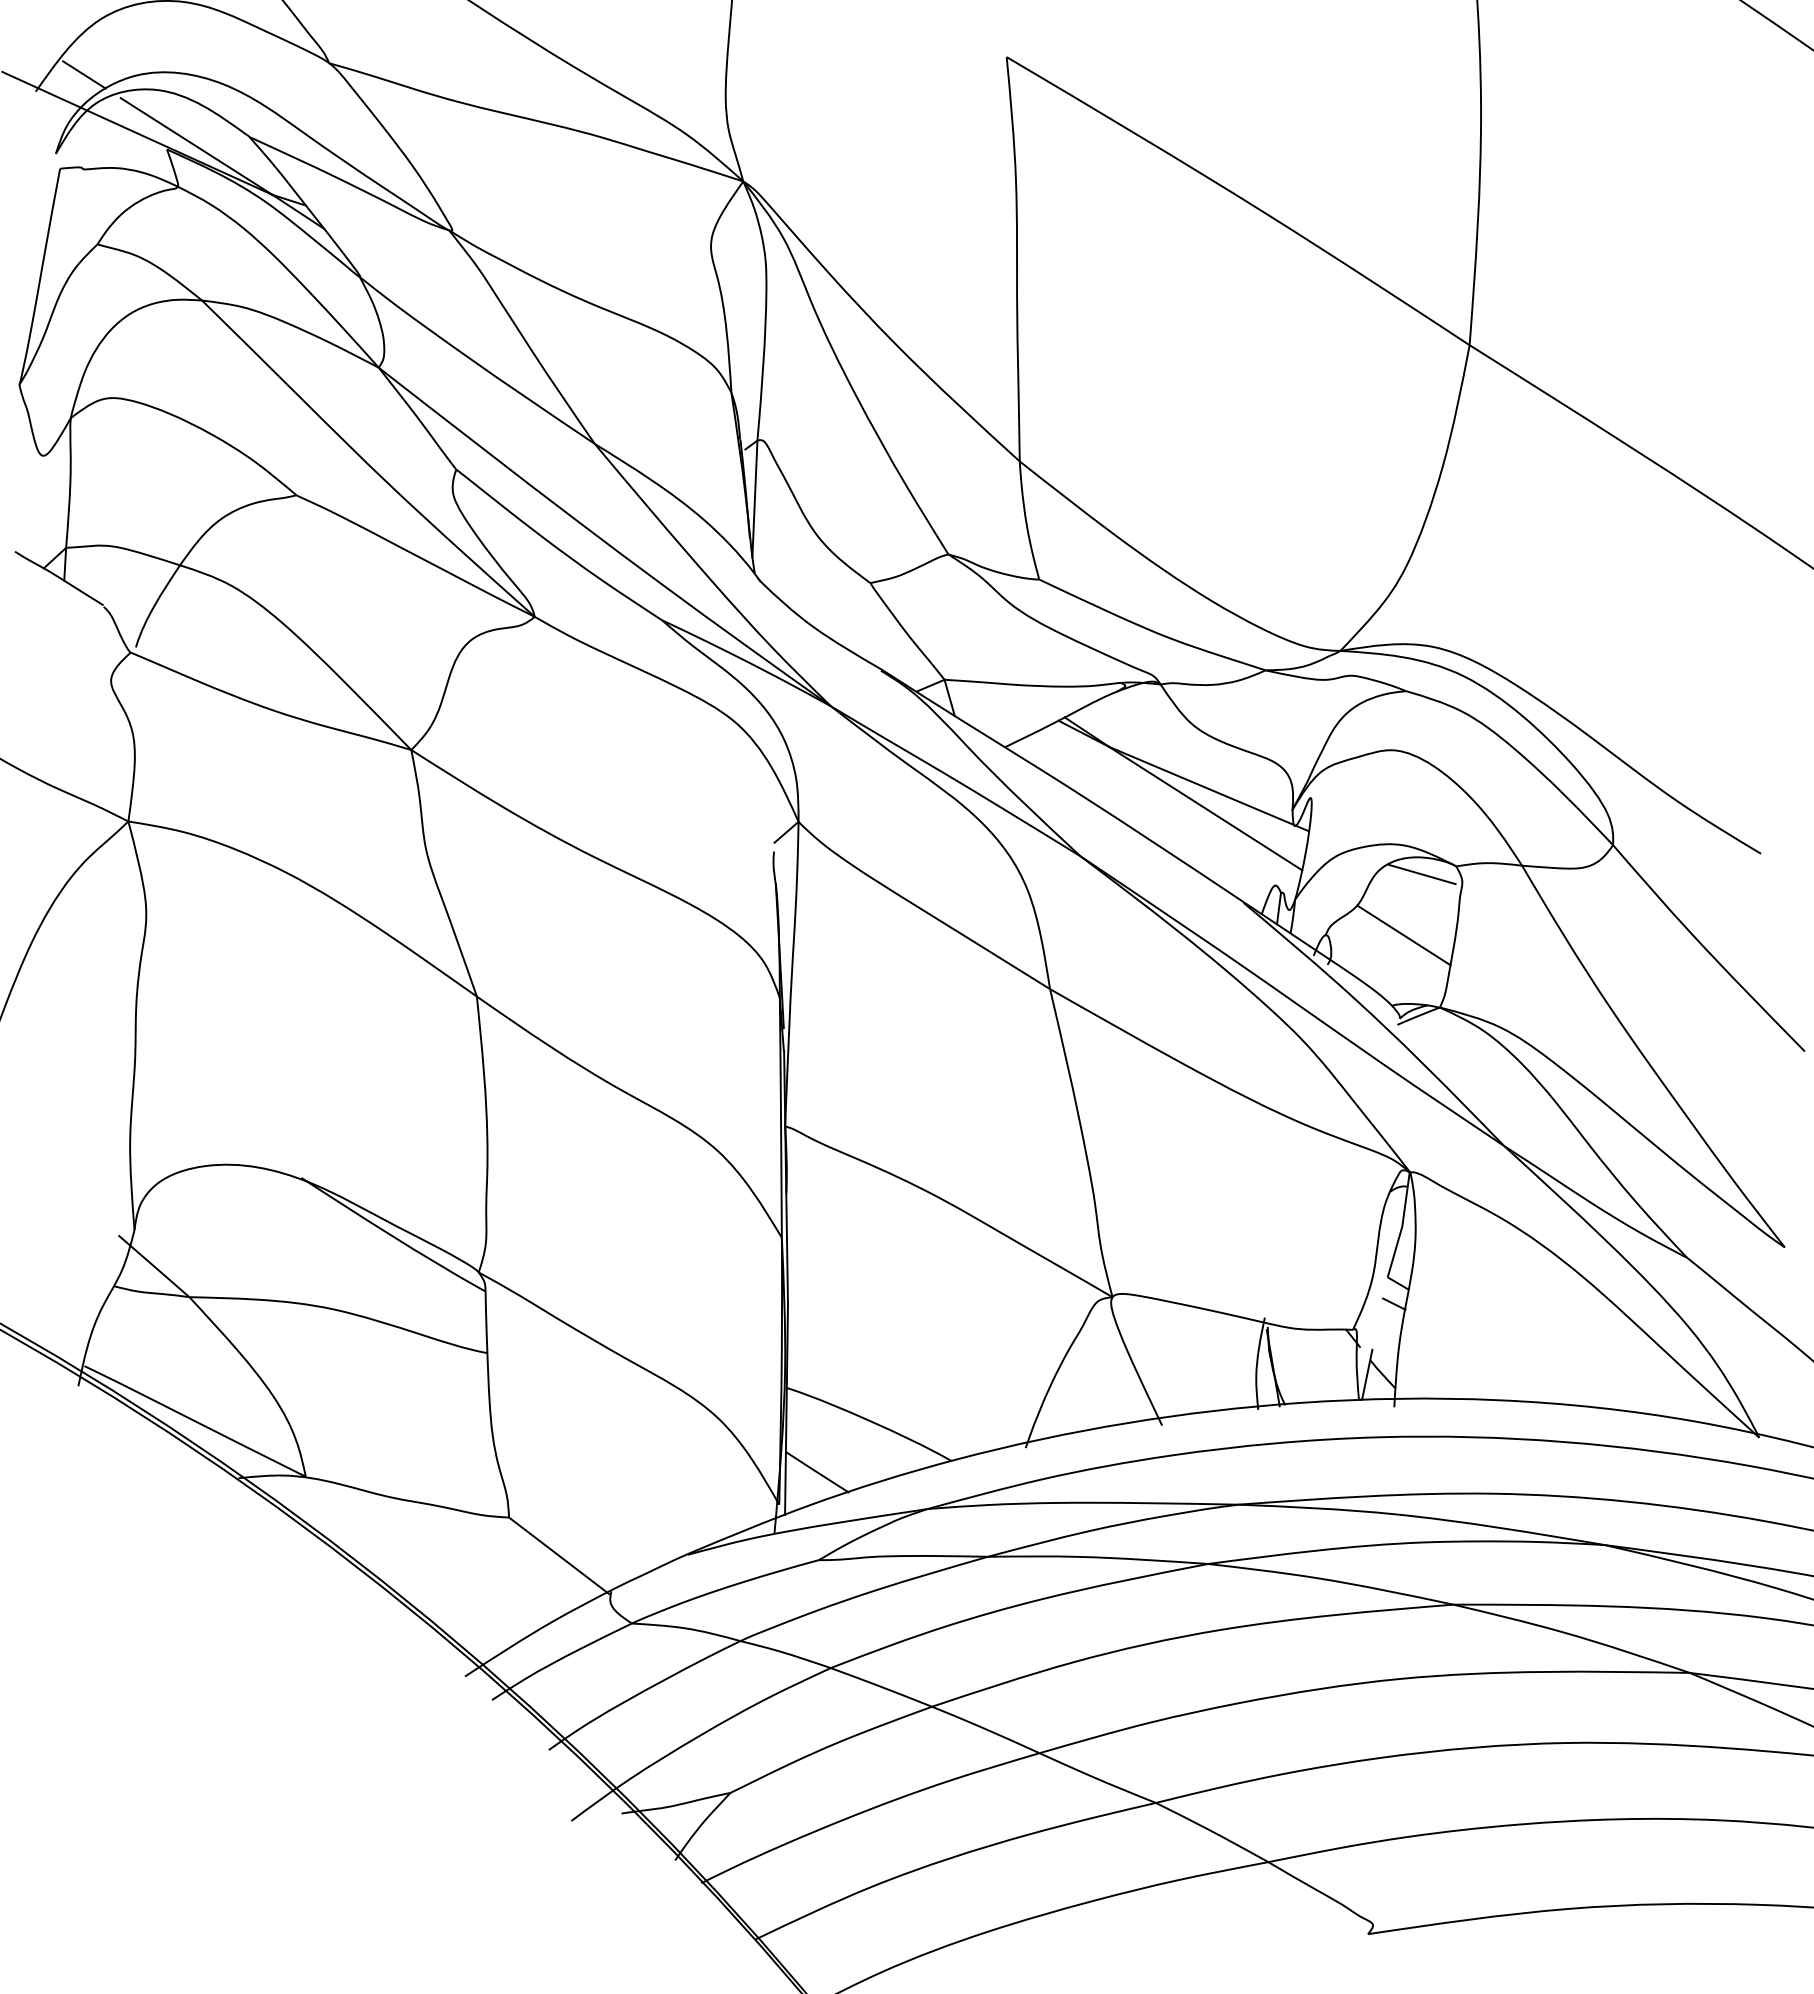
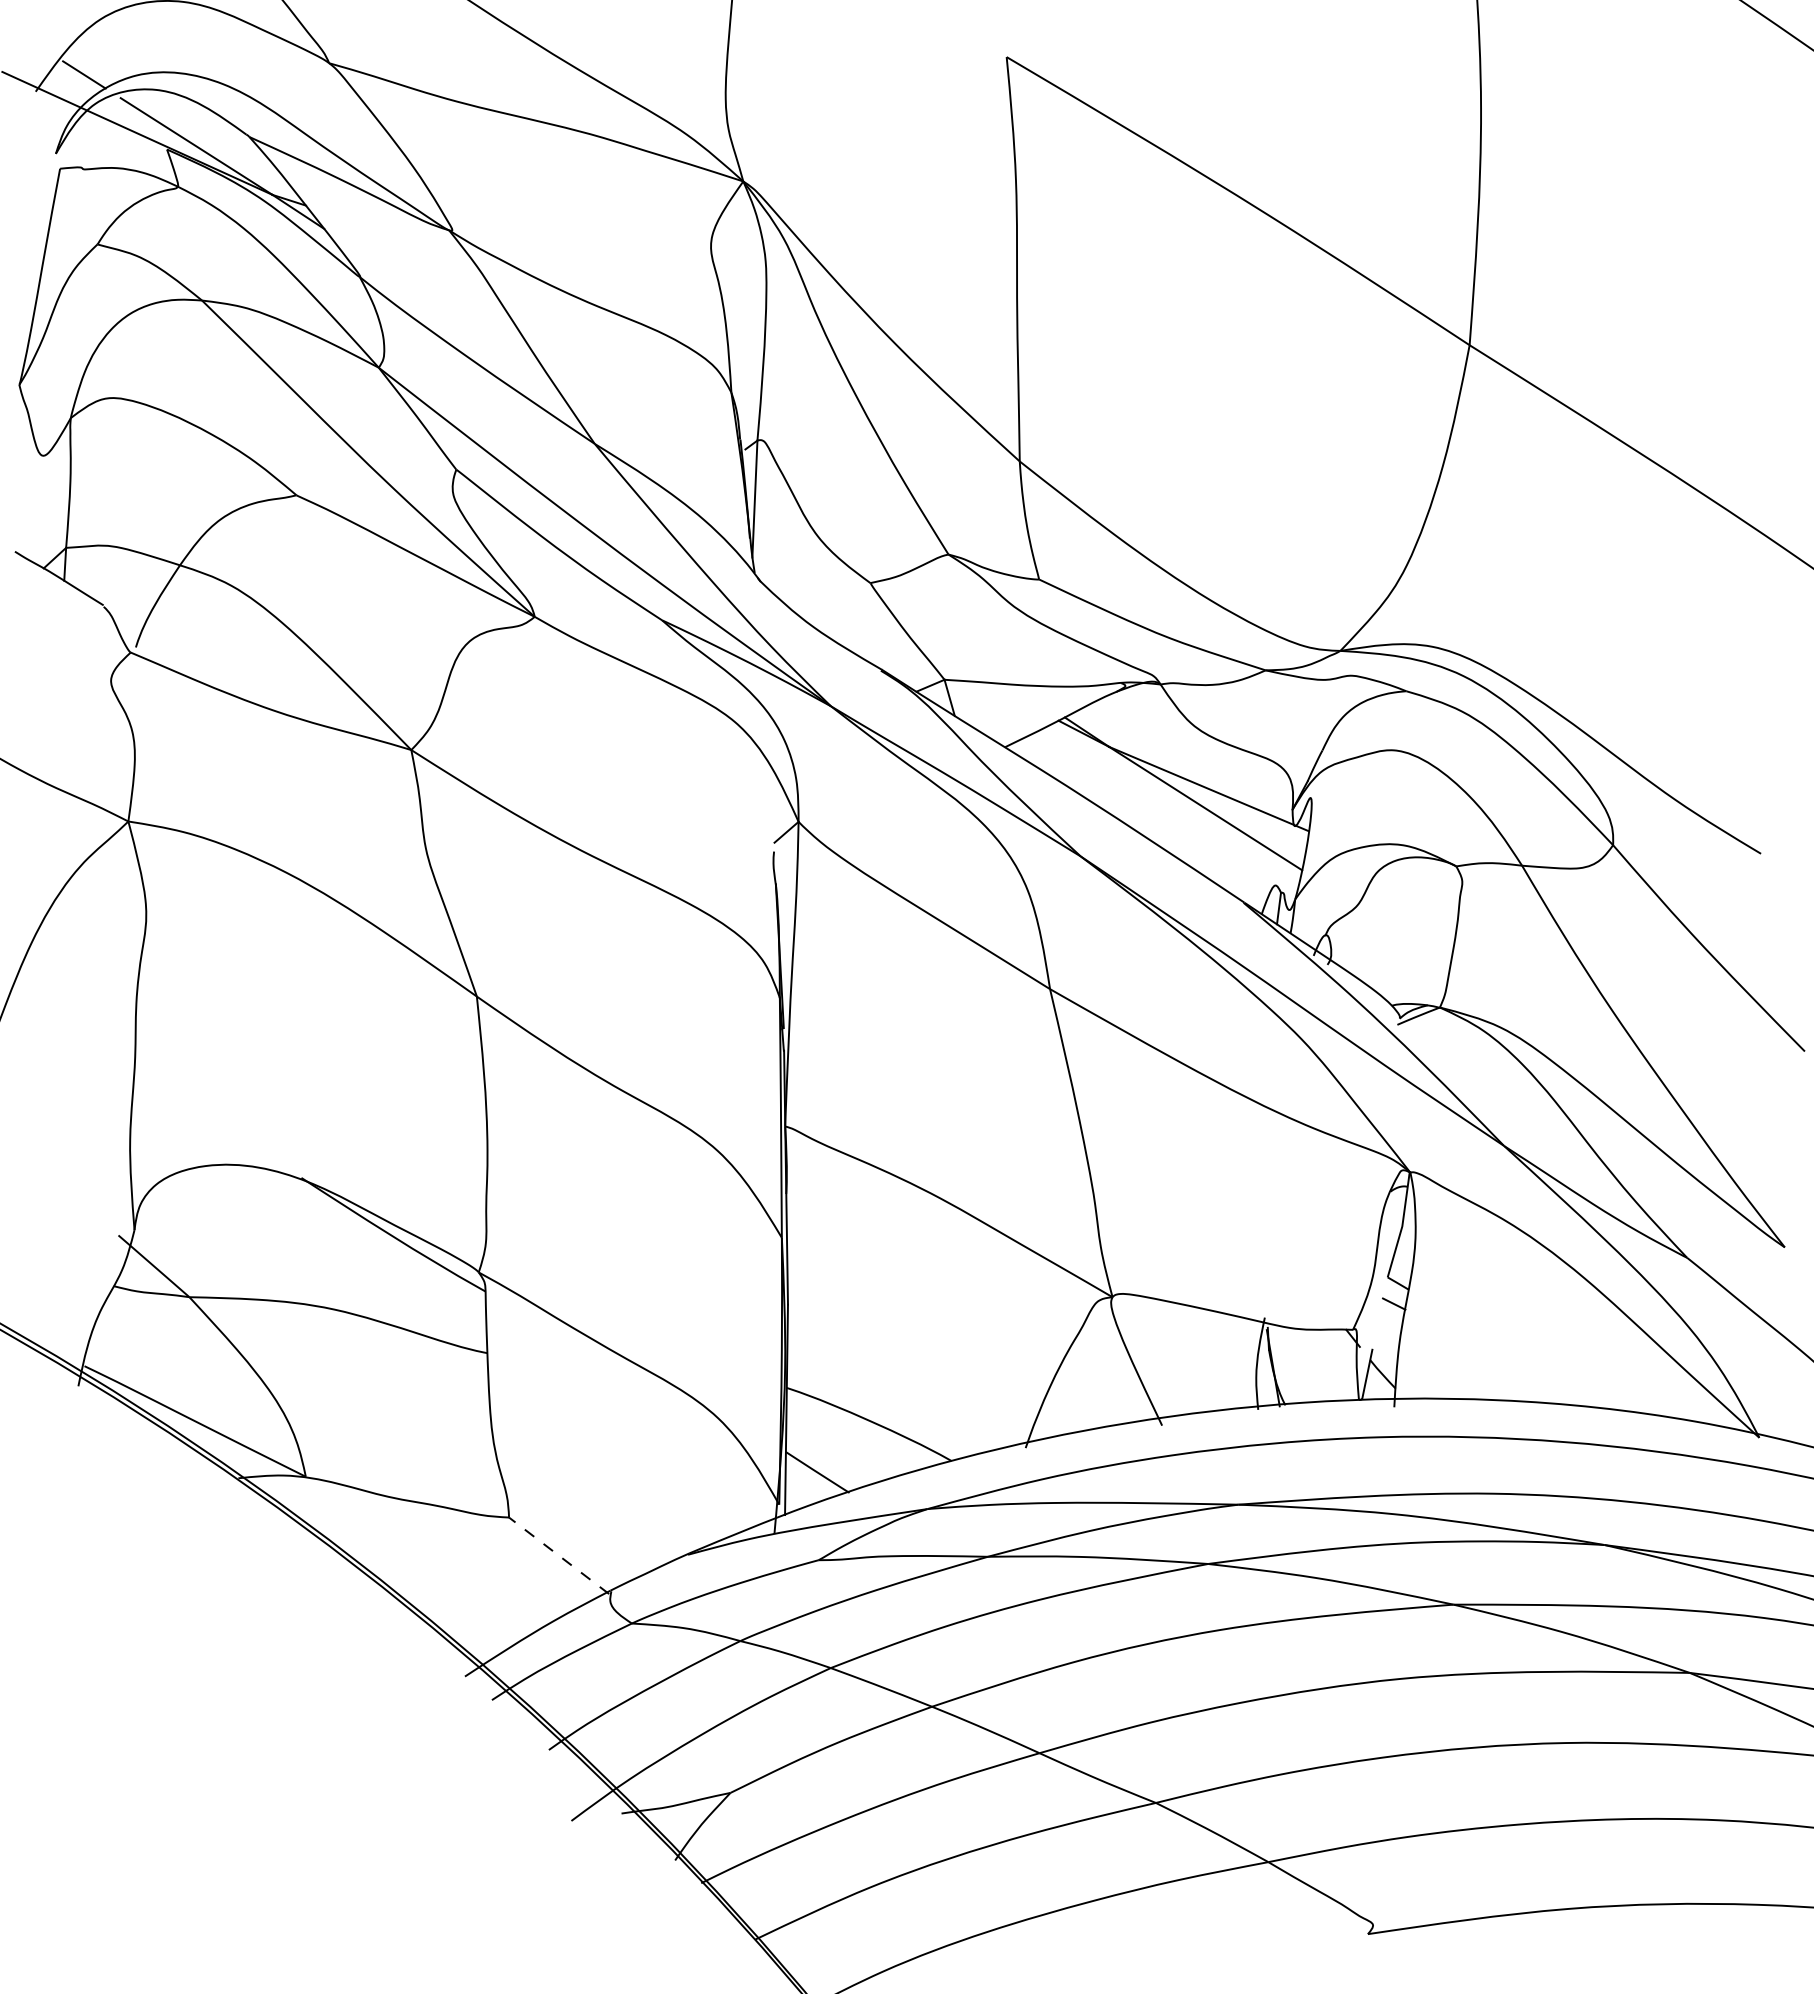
line at (1422, 874): present -> none
line at (1403, 935): present -> none
line at (559, 1555): solid -> dashed
